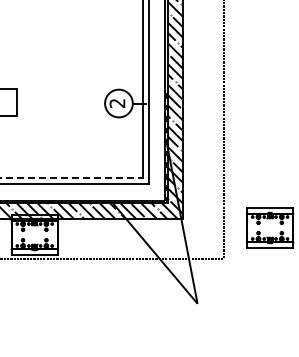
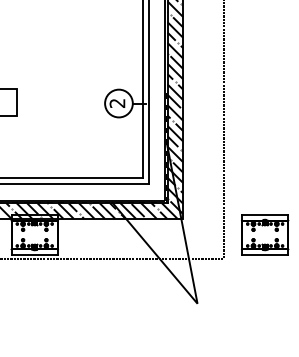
line at (71, 178): dashed -> solid
part at (270, 227) position: (270, 227) -> (265, 234)
